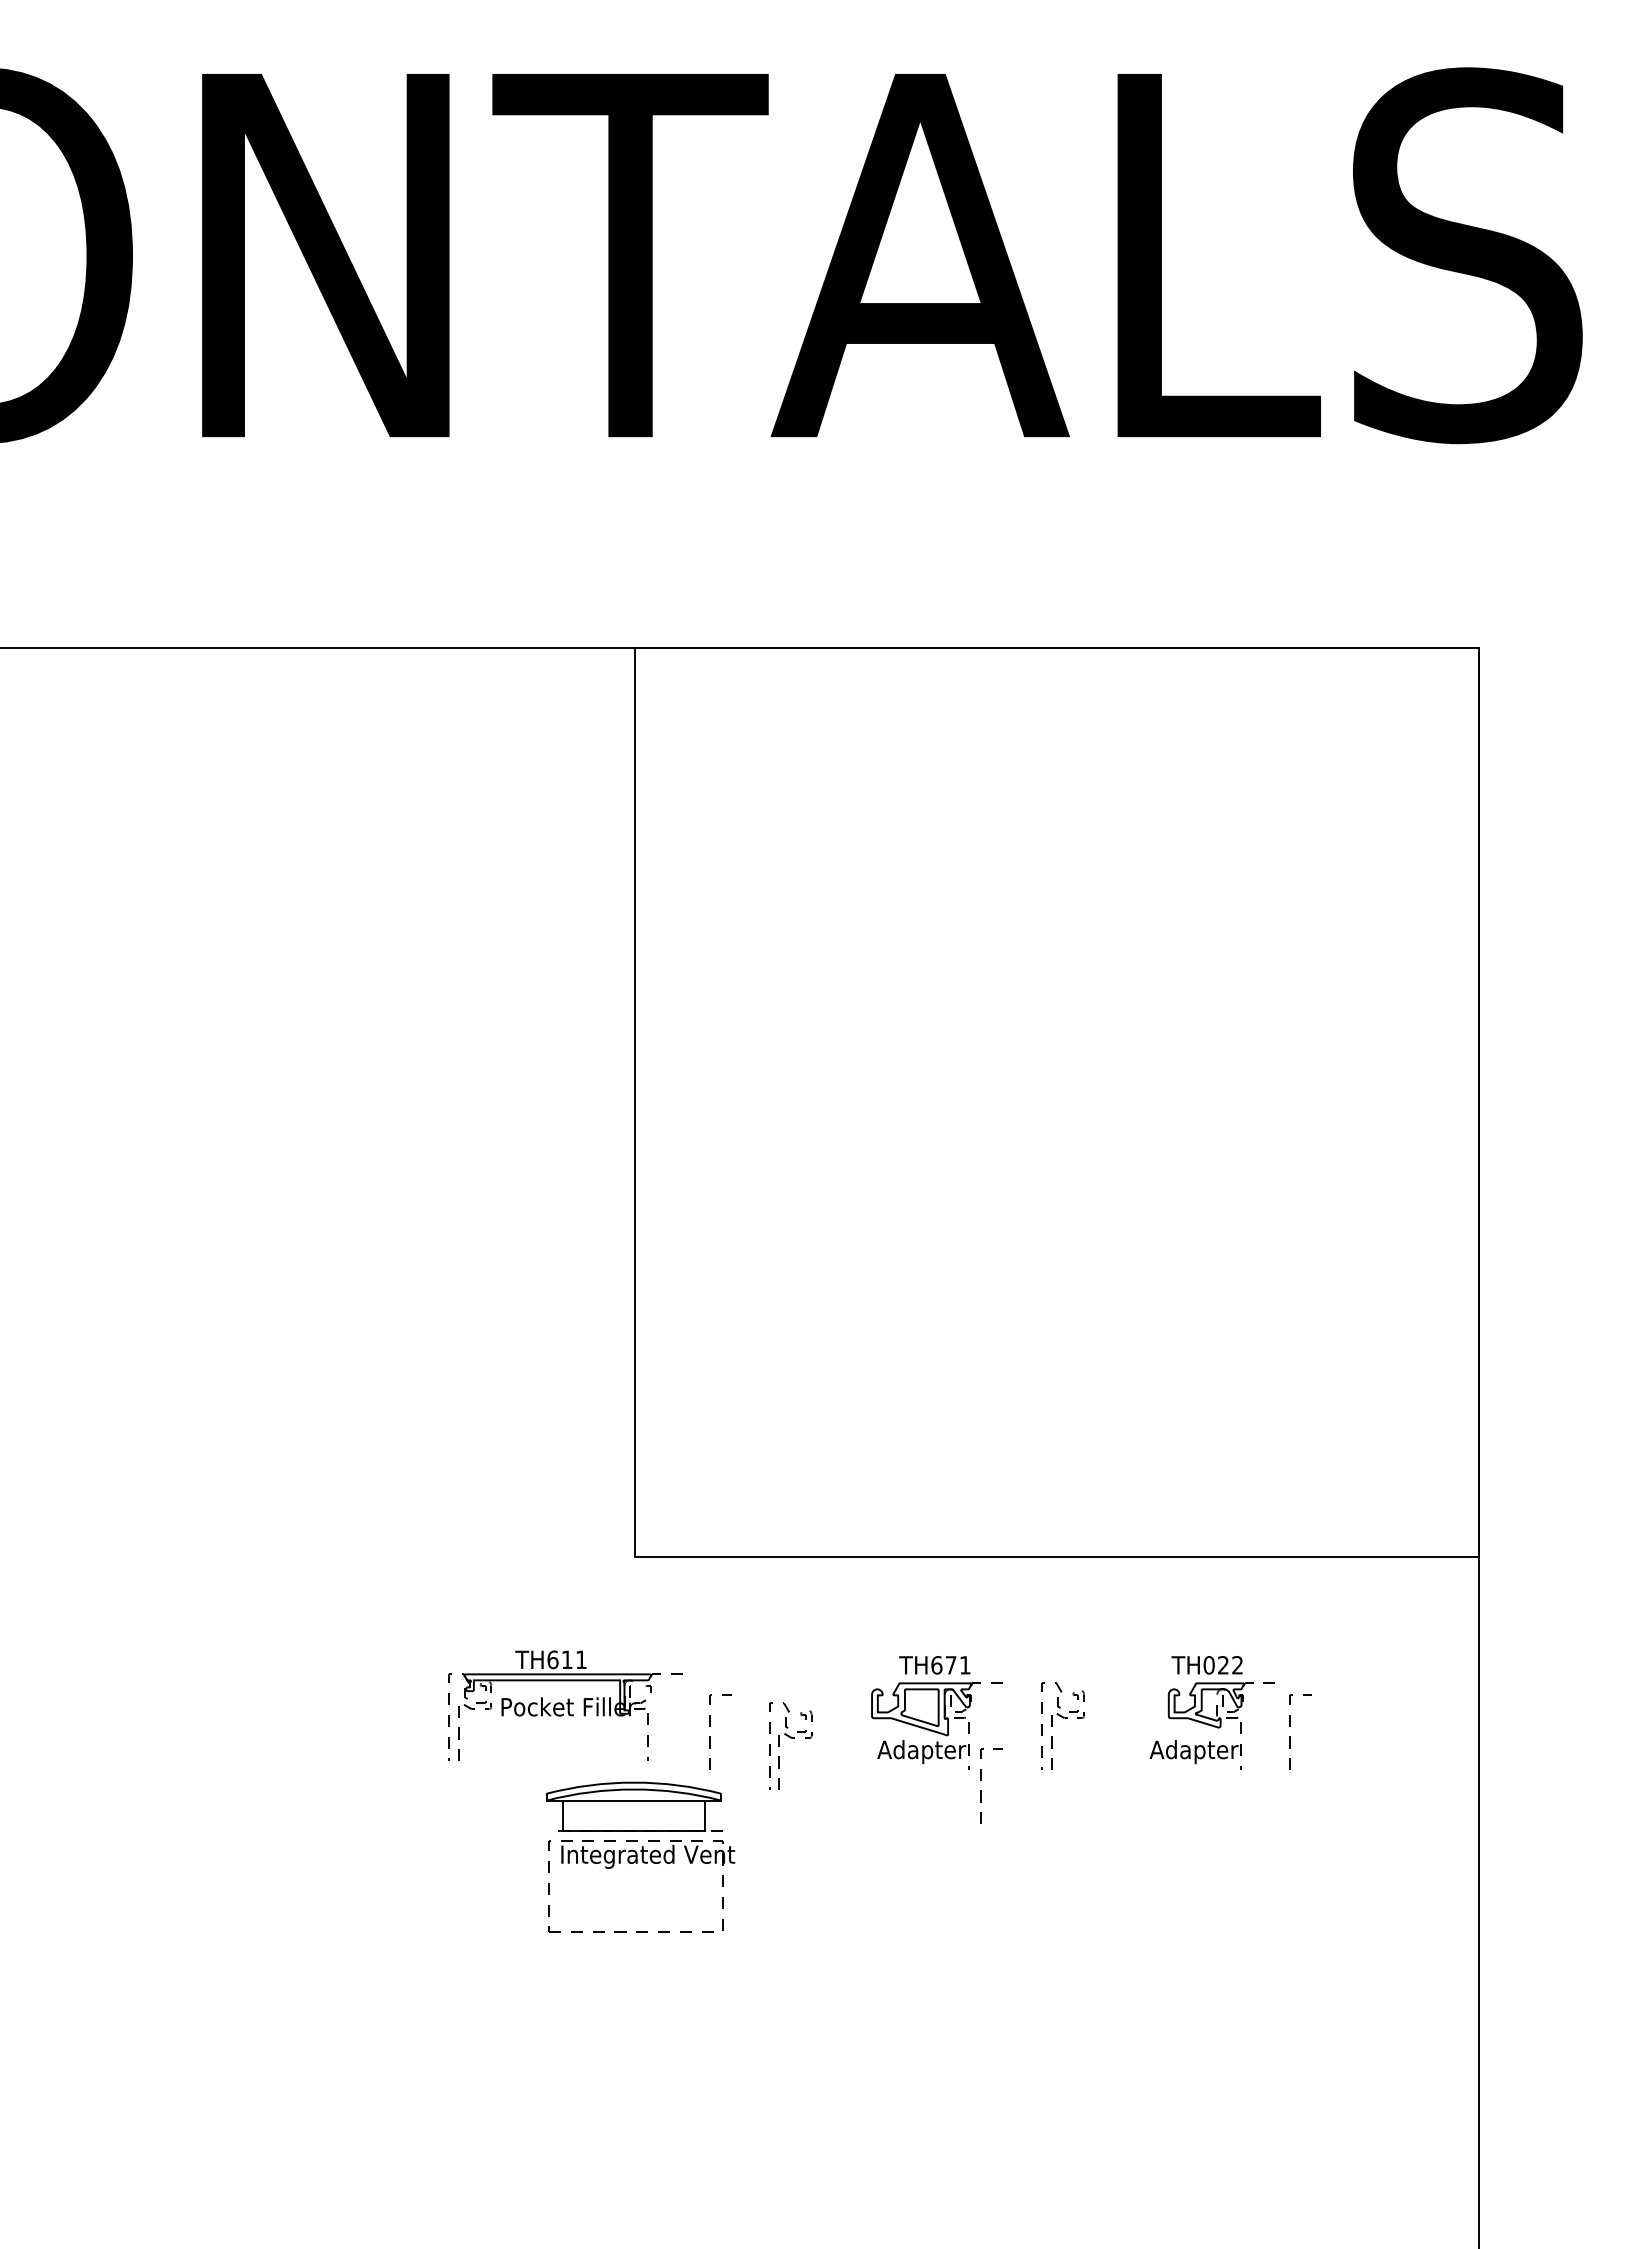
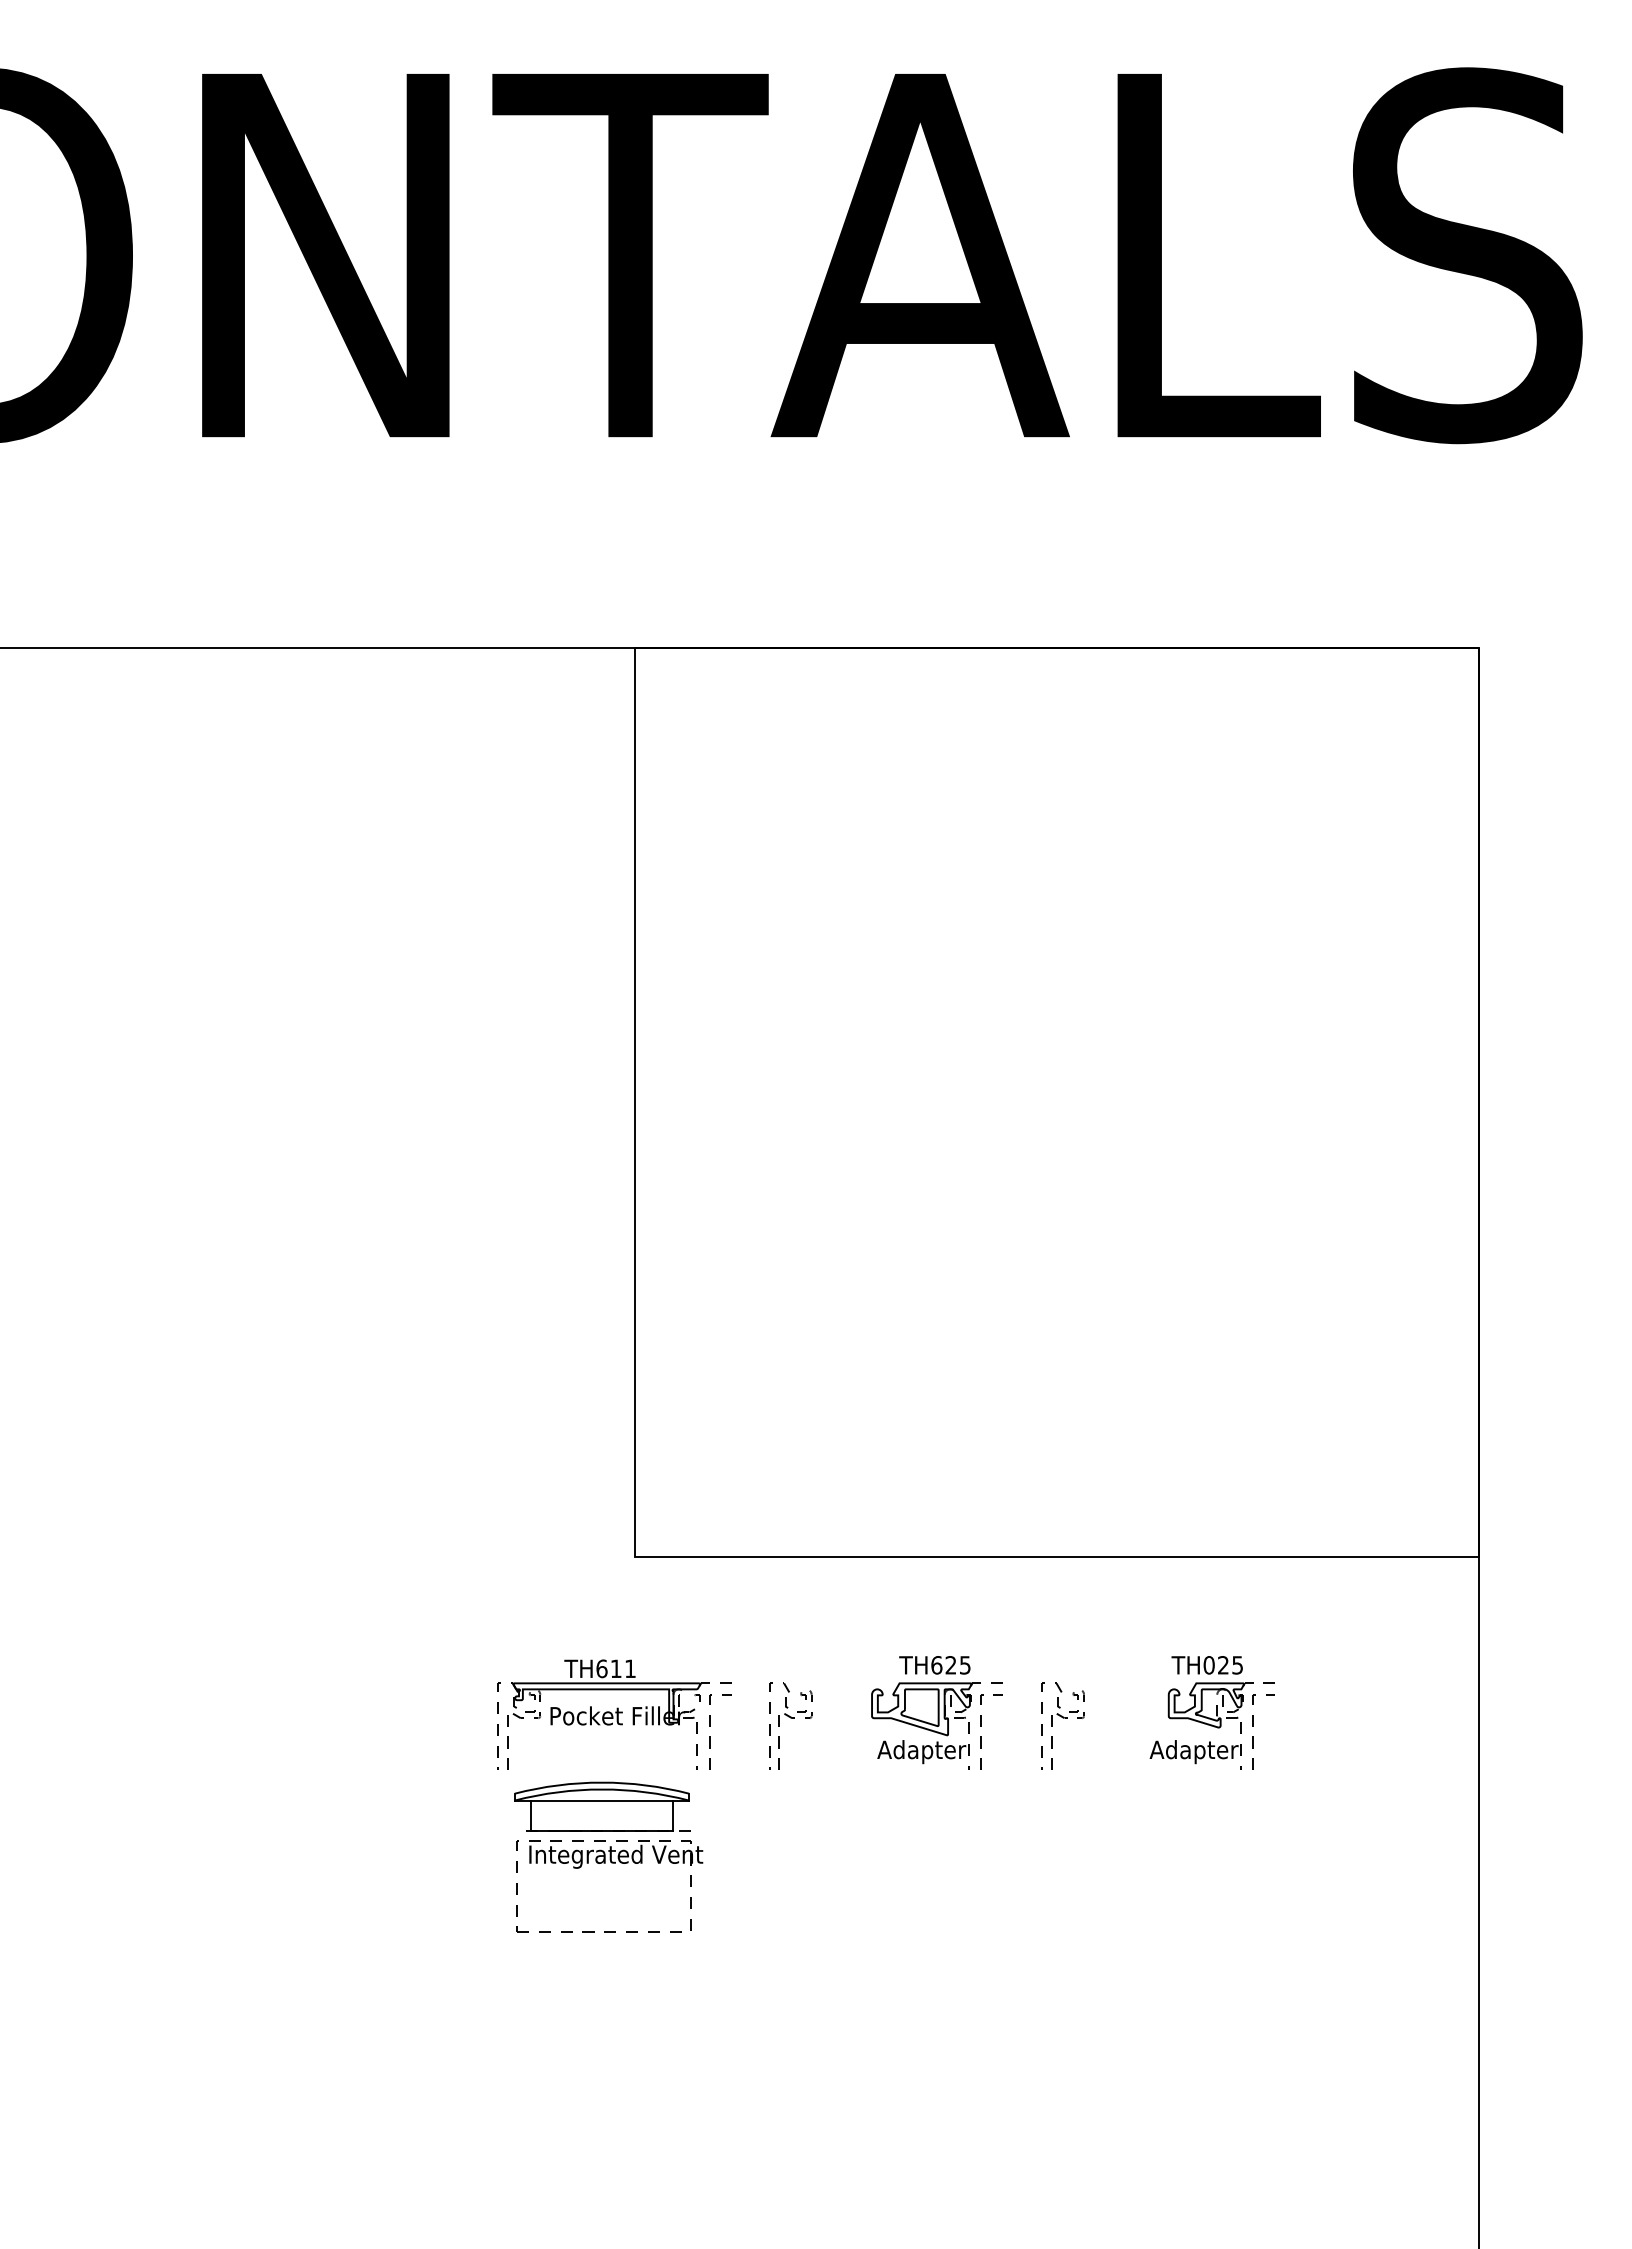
text at (957, 1665): TH671 -> TH625
text at (1237, 1665): TH022 -> TH025
part at (565, 1705) position: (565, 1705) -> (614, 1714)
line at (1290, 1726) position: (1290, 1726) -> (1253, 1726)
curve at (790, 1738) position: (790, 1738) -> (790, 1718)
line at (981, 1780) position: (981, 1780) -> (981, 1726)
part at (640, 1856) position: (640, 1856) -> (608, 1856)
